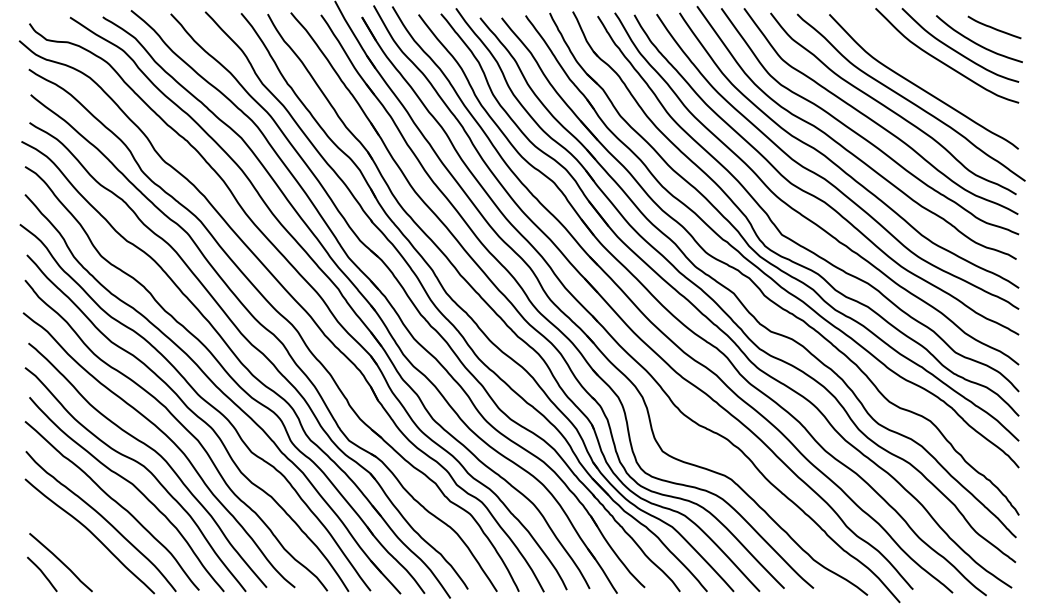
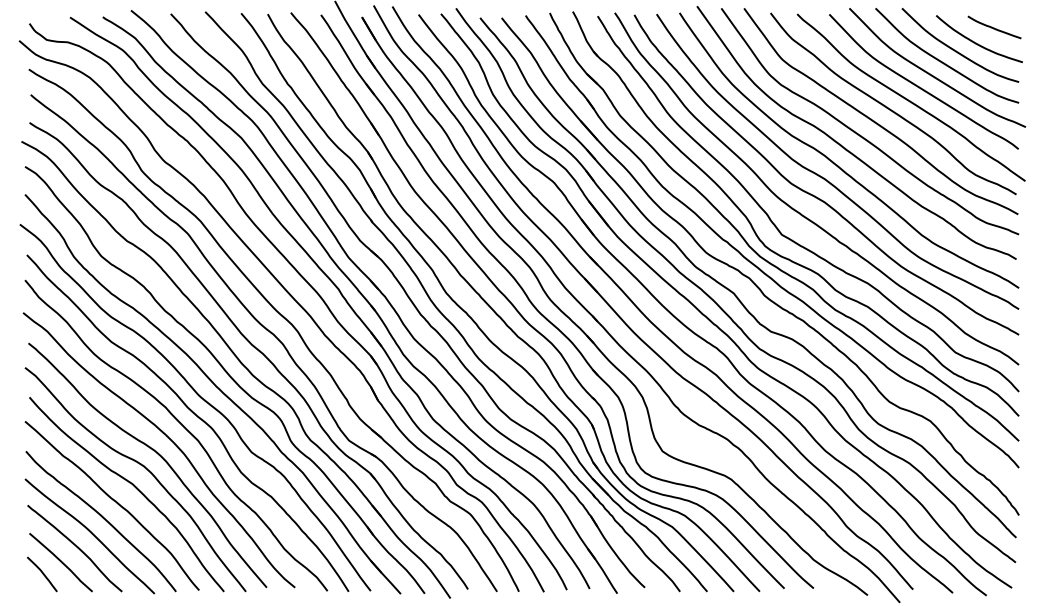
curve at (932, 74): none -> present
curve at (75, 546): none -> present
